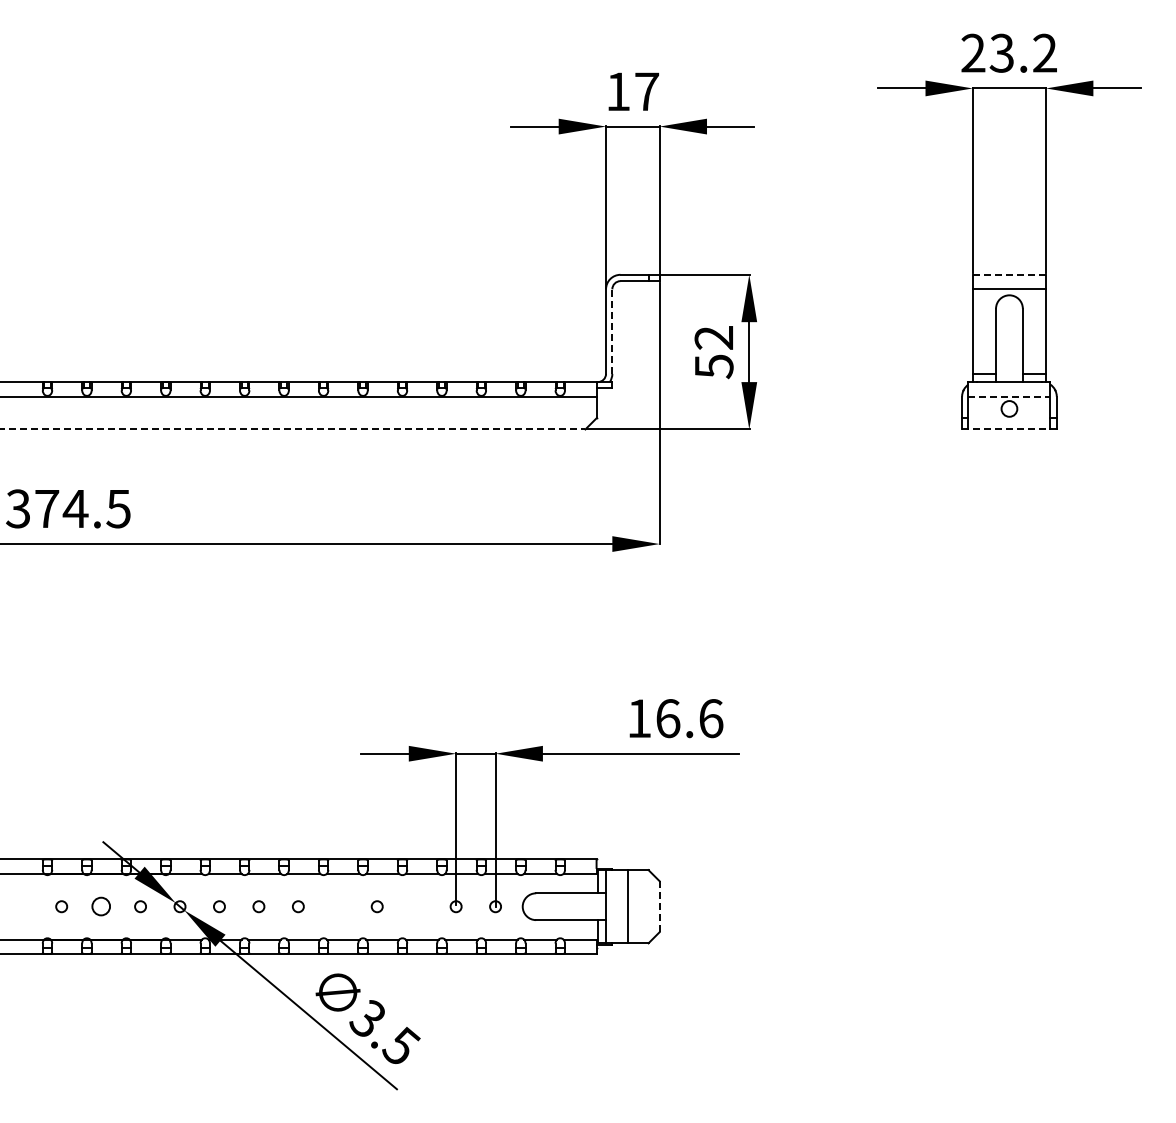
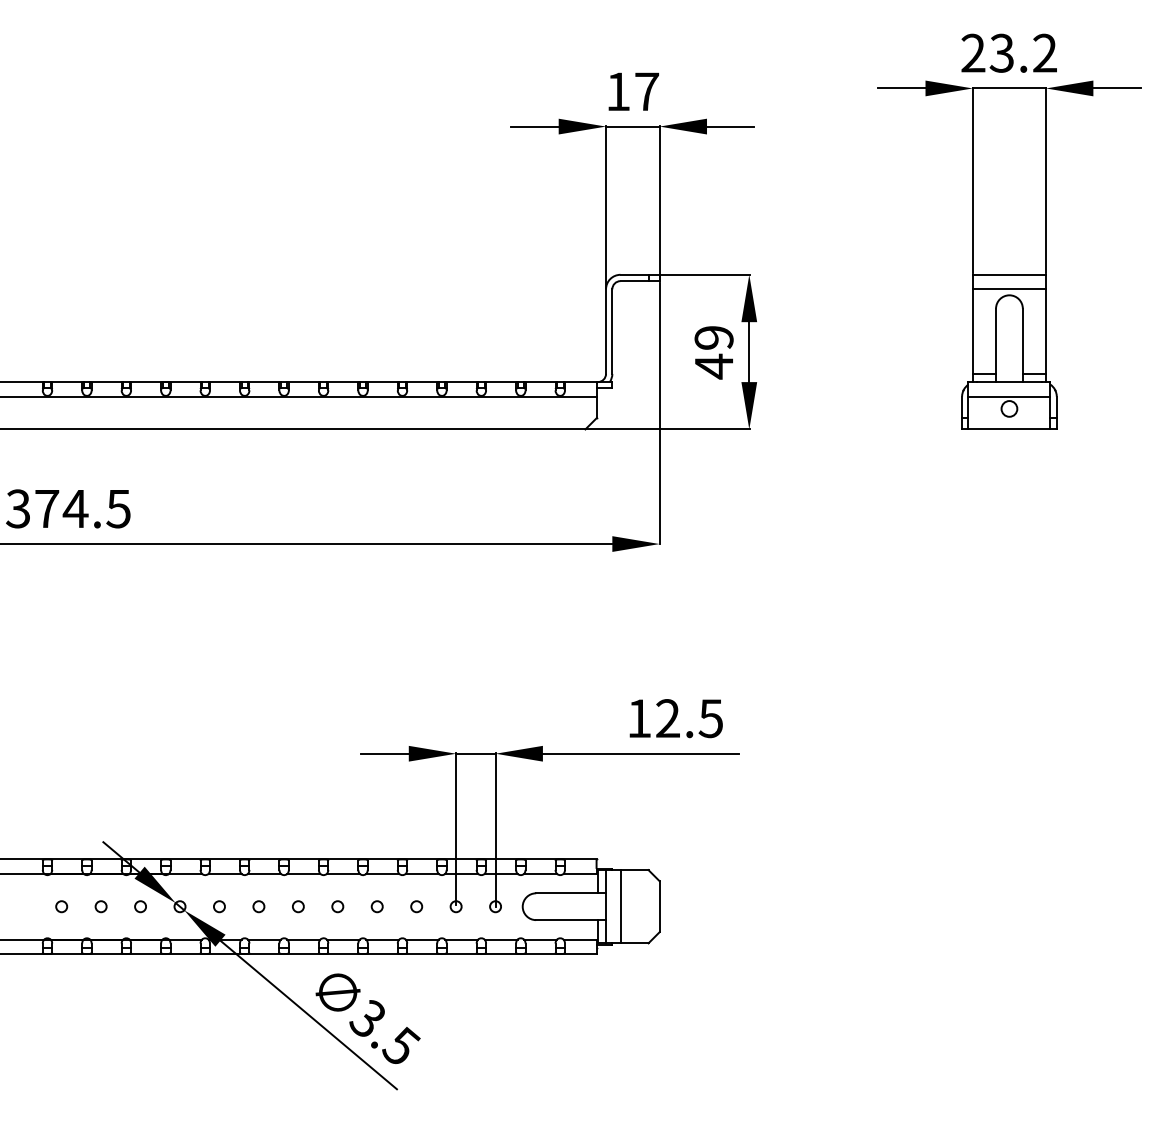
line at (1009, 274): dashed -> solid
line at (612, 331): dashed -> solid
text at (714, 352): 52 -> 49
line at (1009, 396): dashed -> solid
line at (293, 429): dashed -> solid
line at (1006, 429): dashed -> solid
text at (689, 718): 16.6 -> 12.5
circle at (100, 906) size: 20x21 px -> 14x14 px
circle at (337, 906): none -> present
circle at (416, 906): none -> present
line at (627, 906) position: (627, 906) -> (620, 906)
line at (659, 906): dashed -> solid
